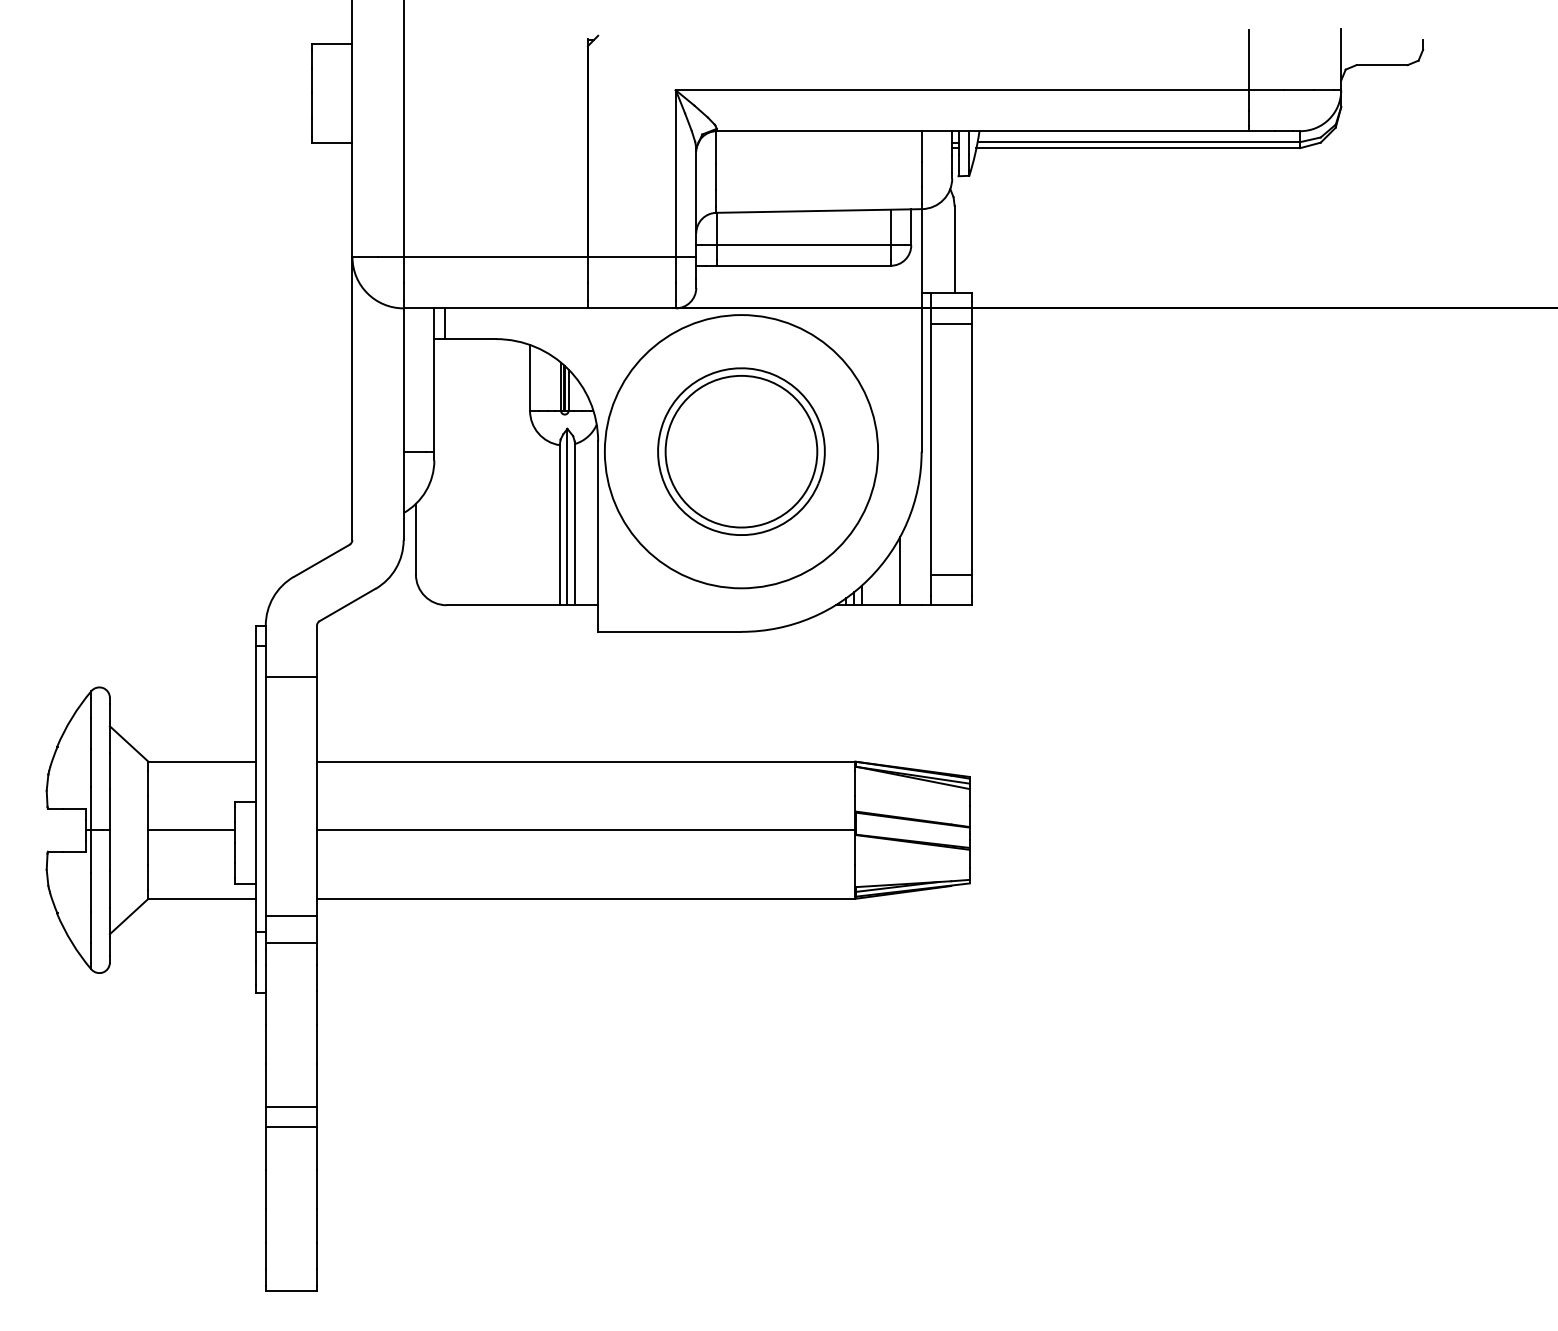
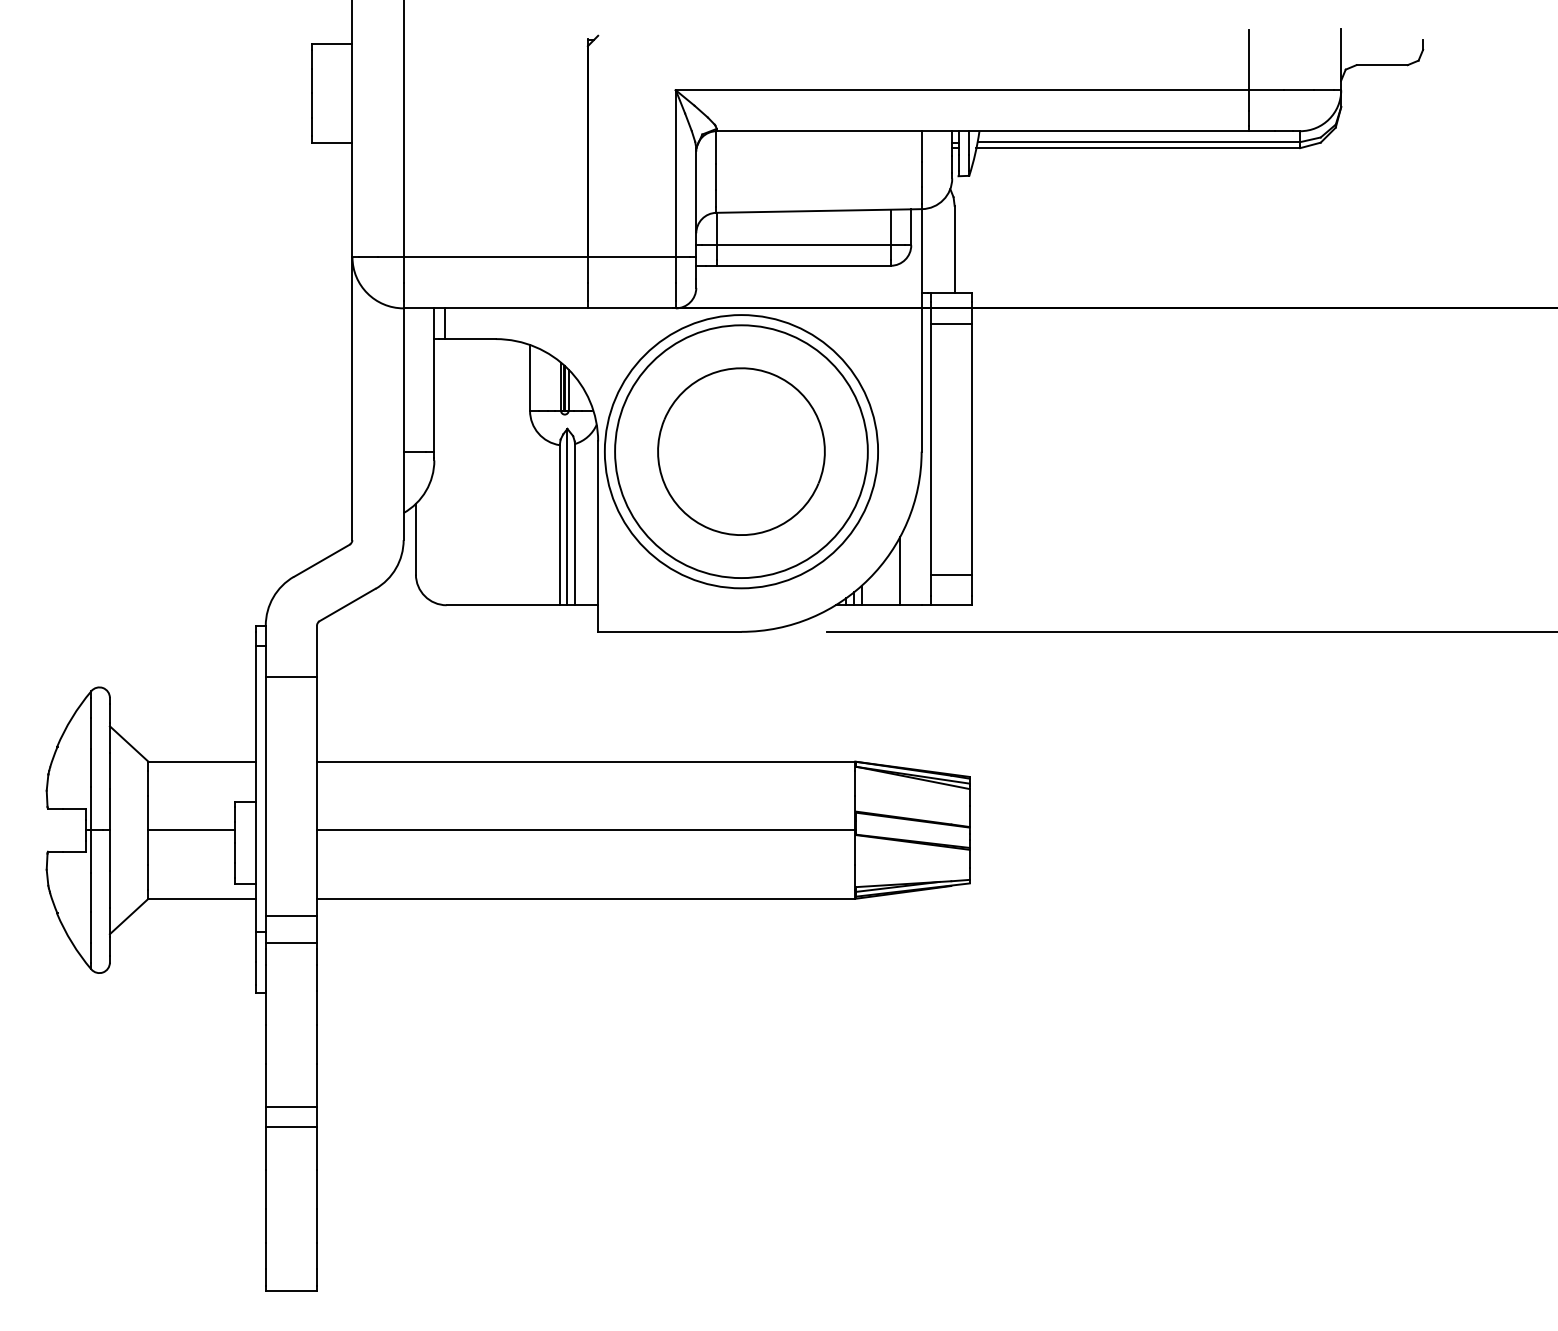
circle at (741, 451) diameter: 152 px -> 253 px
line at (1190, 631): none -> present
